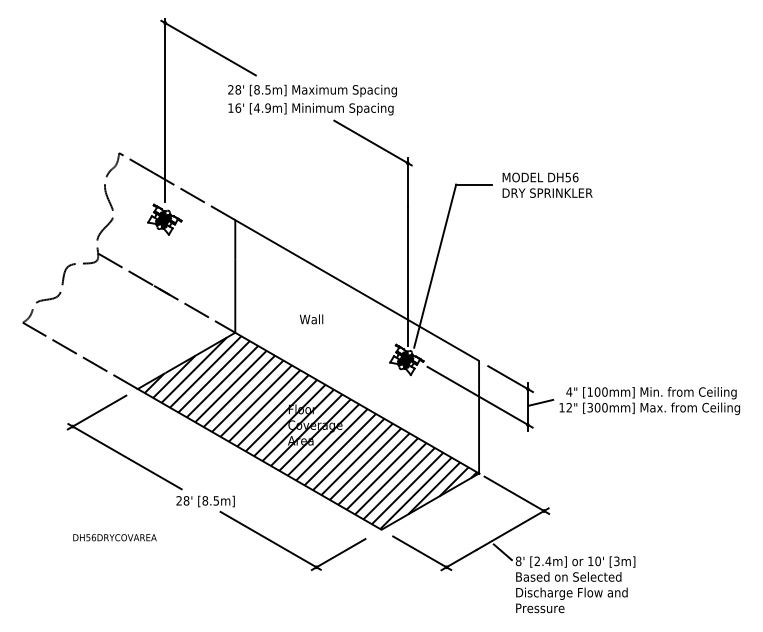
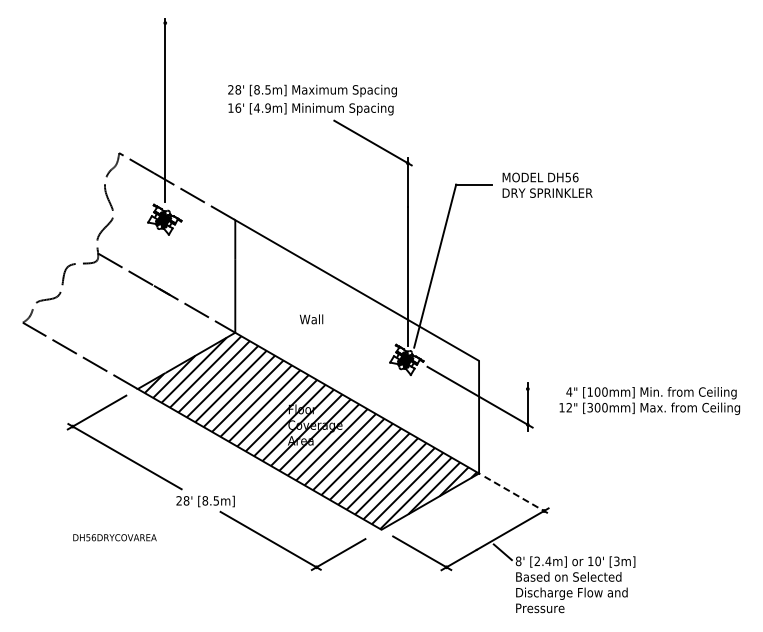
line at (208, 47): present -> none
line at (510, 379): present -> none
line at (541, 402): present -> none
line at (517, 495): solid -> dashed
